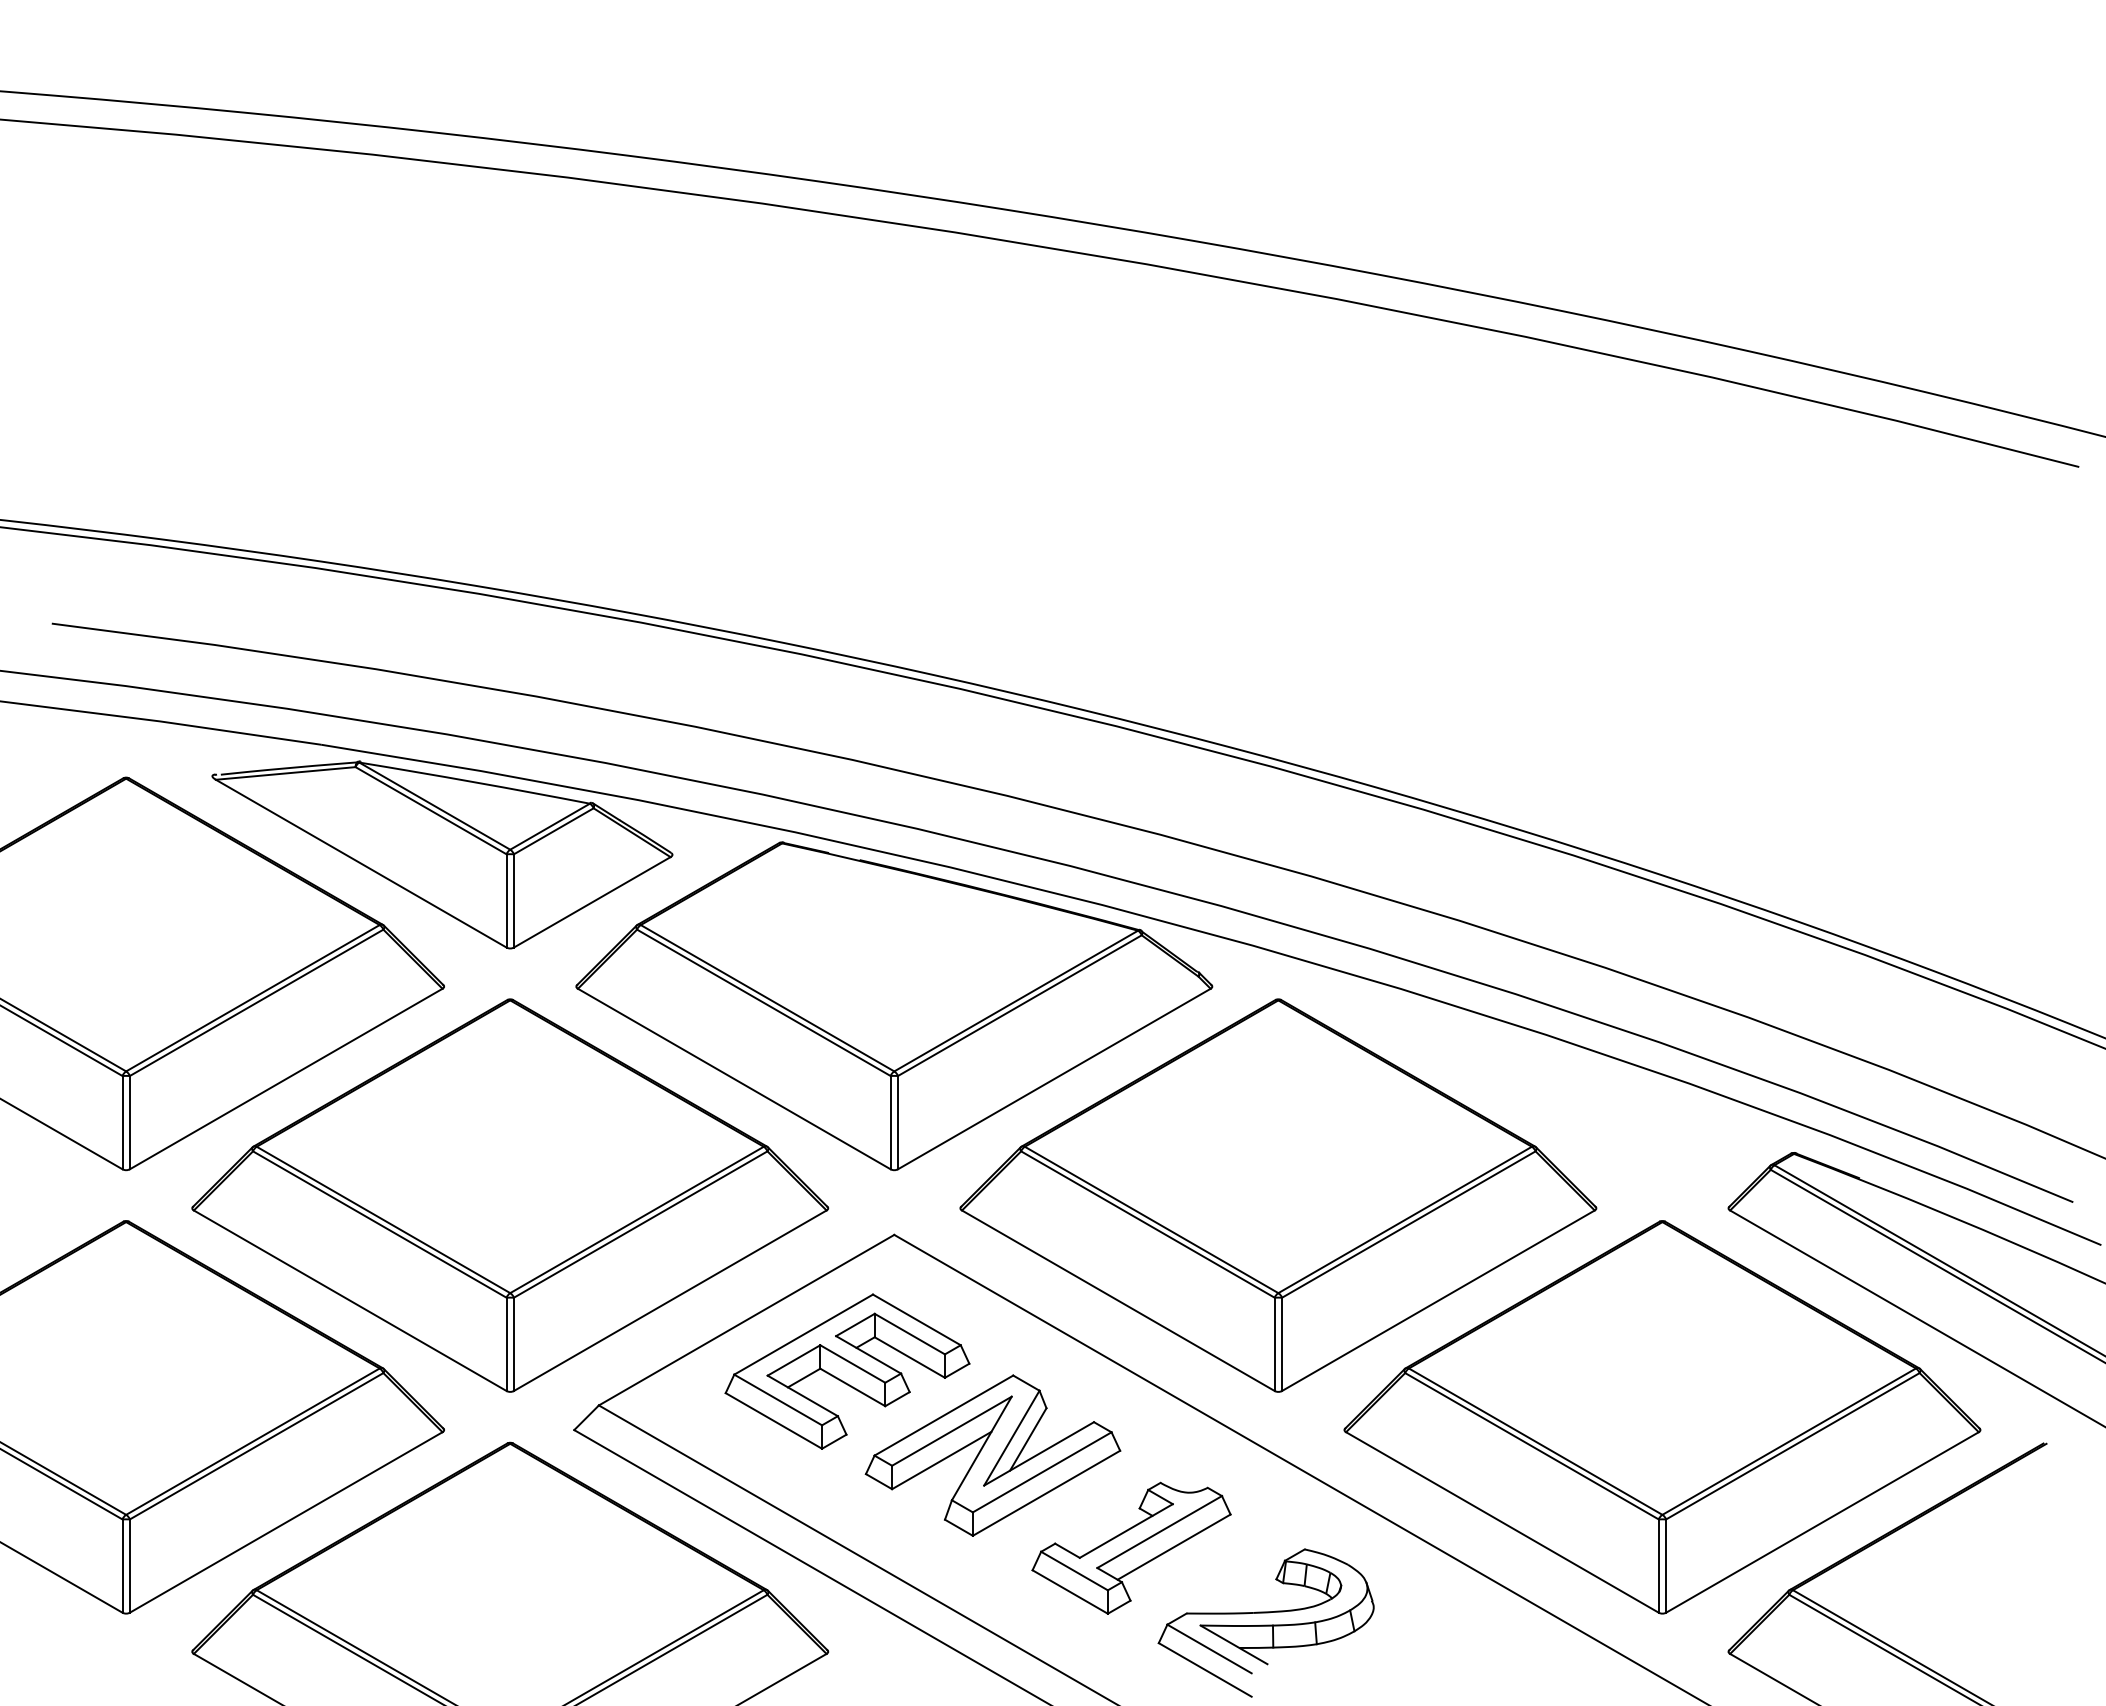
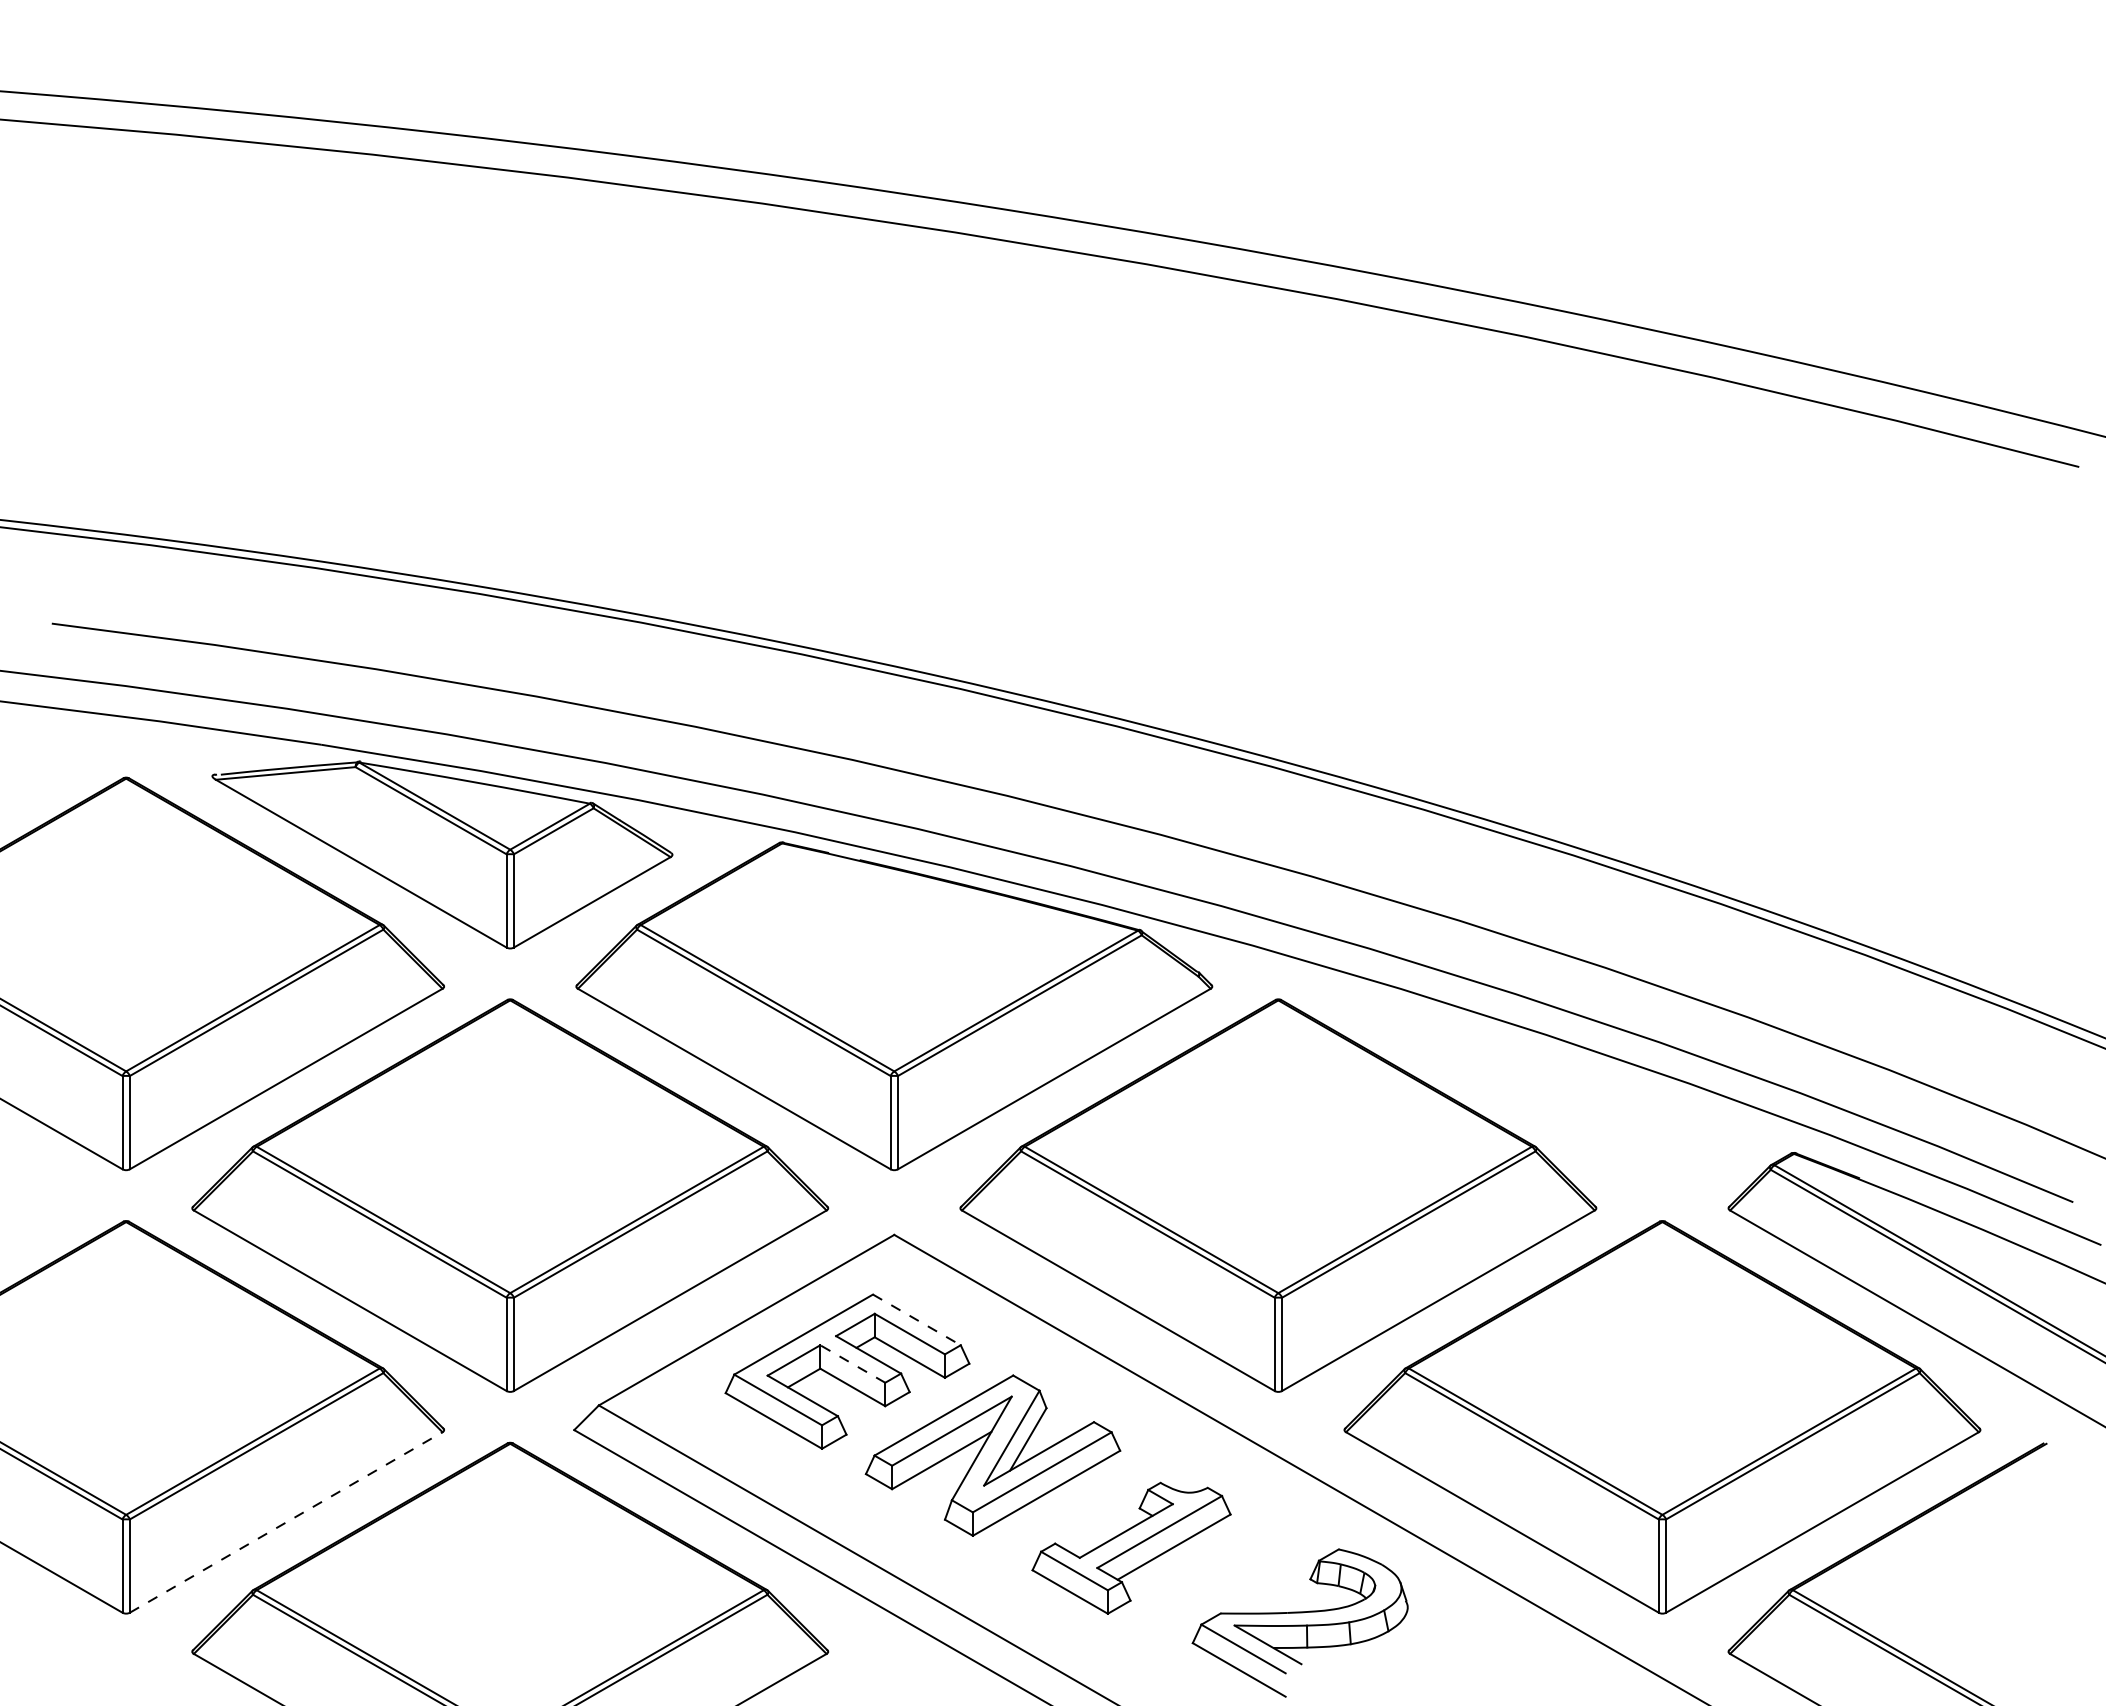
line at (916, 1319): solid -> dashed
line at (852, 1364): solid -> dashed
line at (286, 1522): solid -> dashed
part at (1265, 1622) position: (1265, 1622) -> (1299, 1622)
